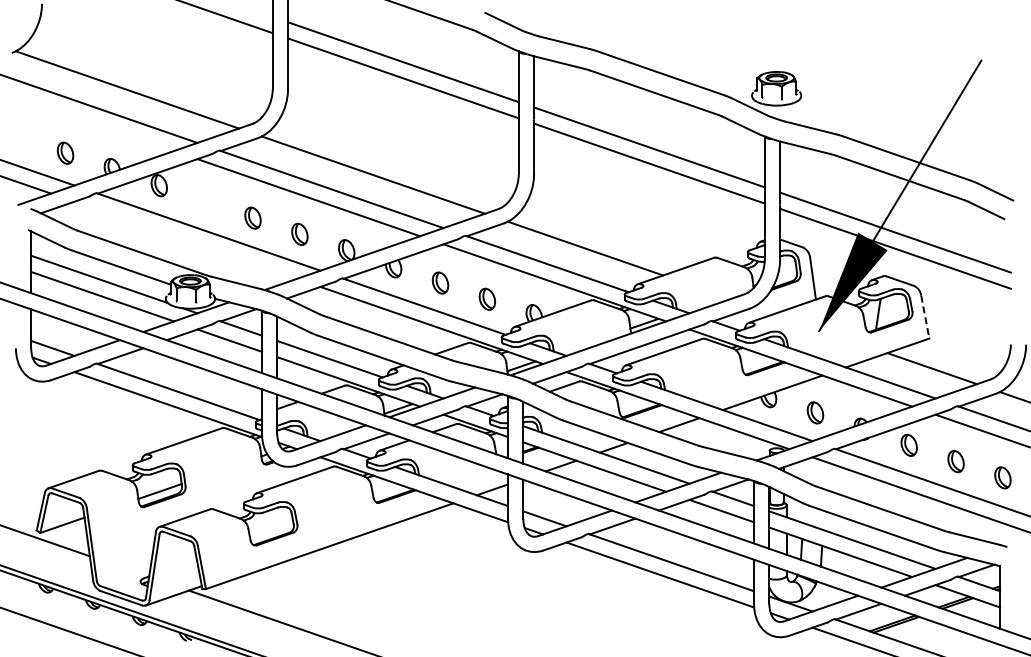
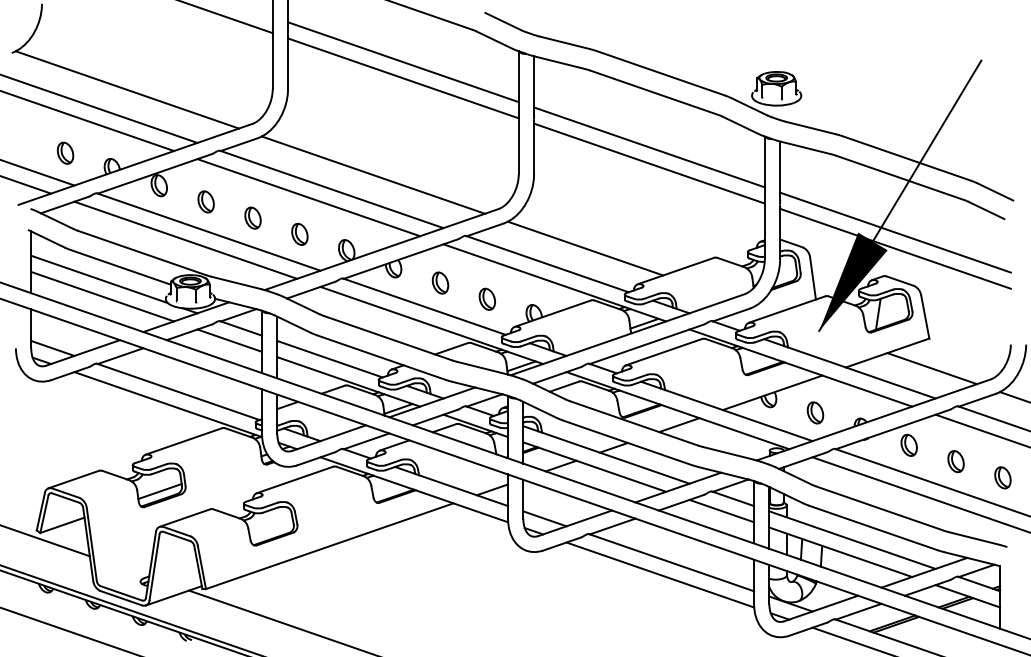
line at (88, 121): none -> present
part at (205, 201): none -> present
line at (185, 239): none -> present
line at (925, 317): dashed -> solid
